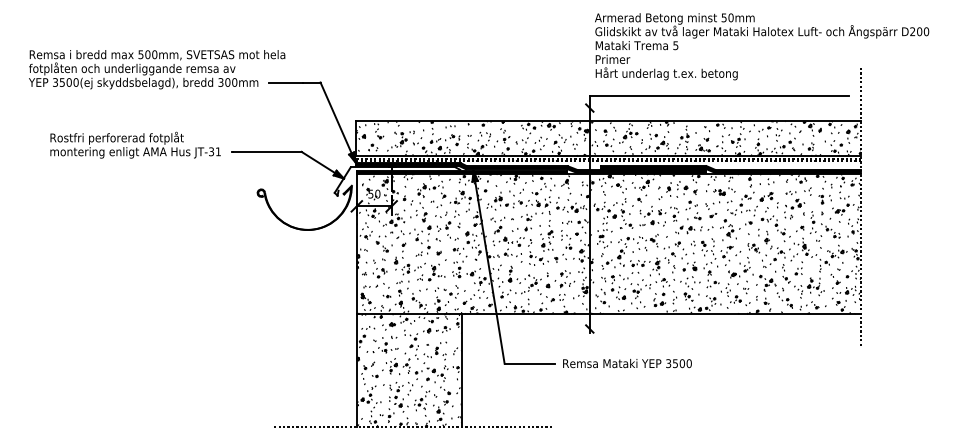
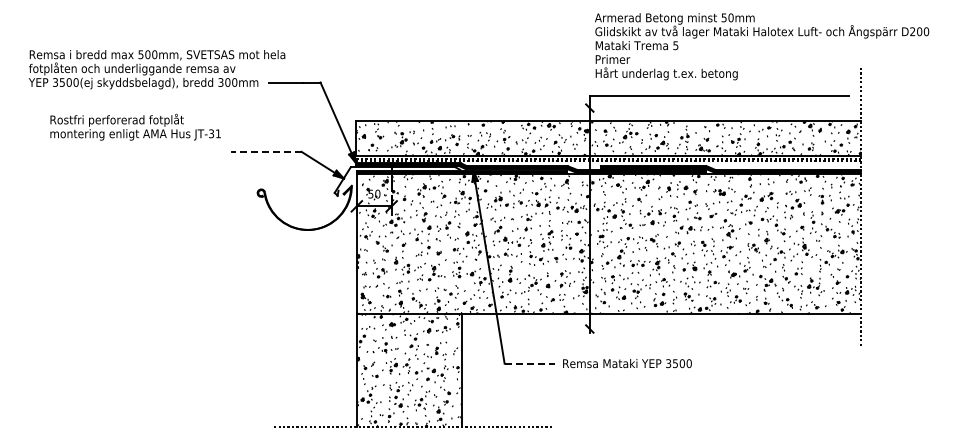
text at (135, 144) position: (135, 144) -> (135, 126)
line at (266, 151): solid -> dashed
line at (530, 363): solid -> dashed
